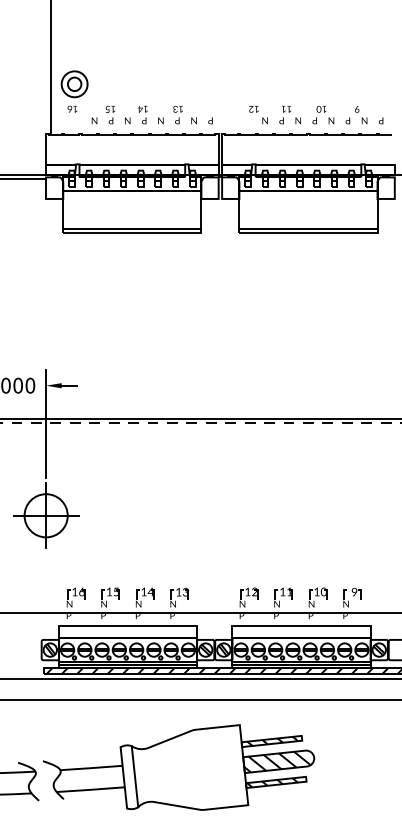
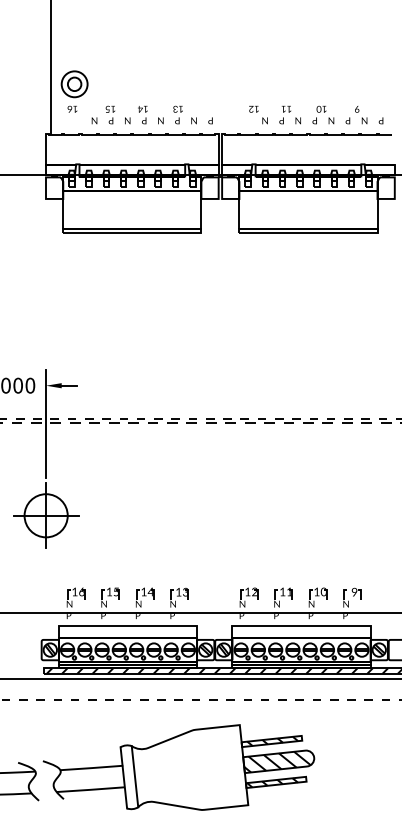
line at (23, 179): present -> none
line at (201, 418): solid -> dashed
line at (200, 700): solid -> dashed
